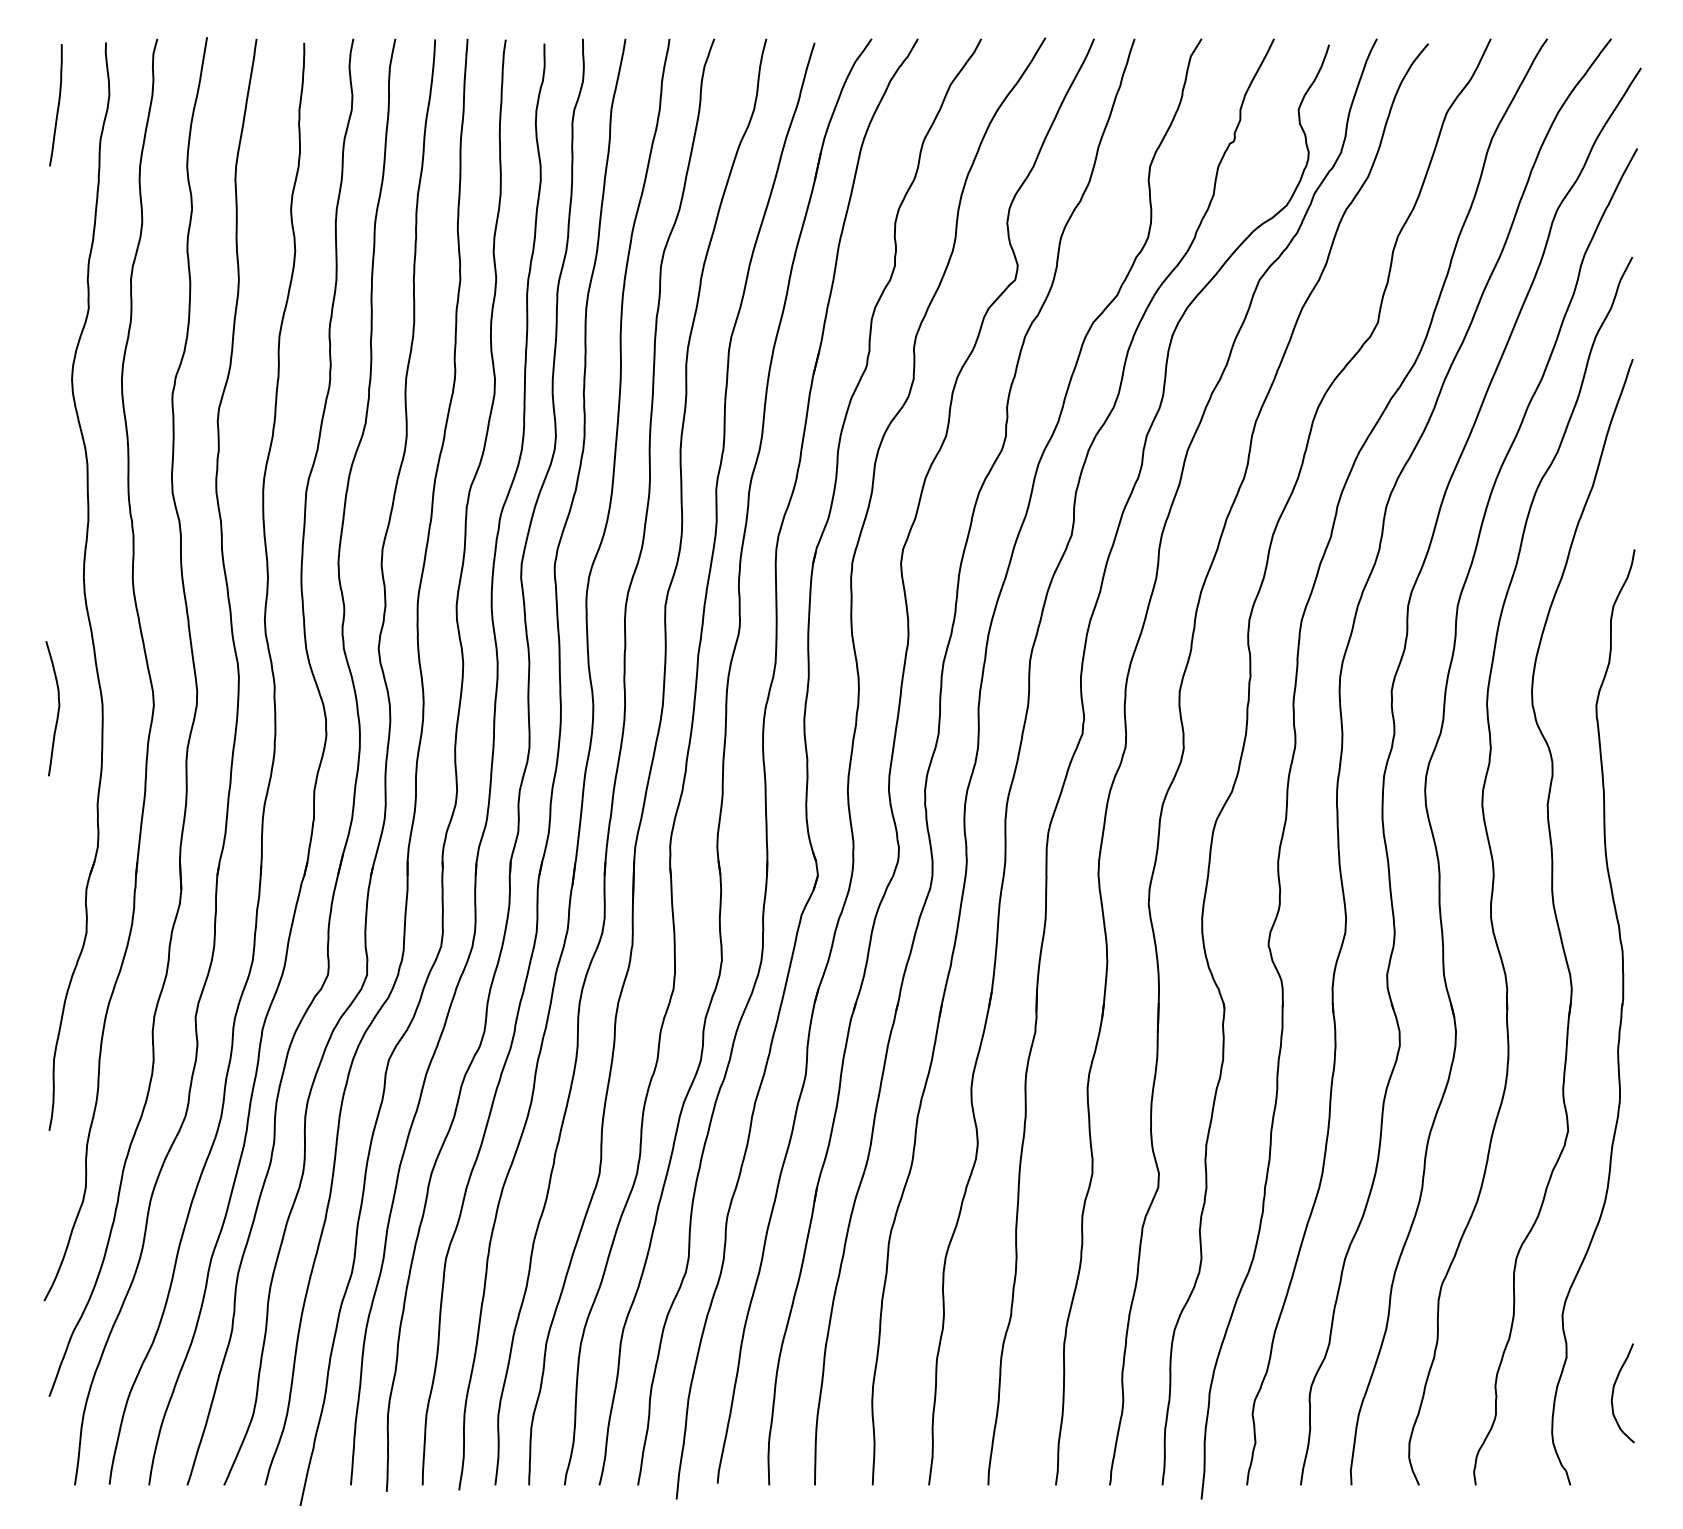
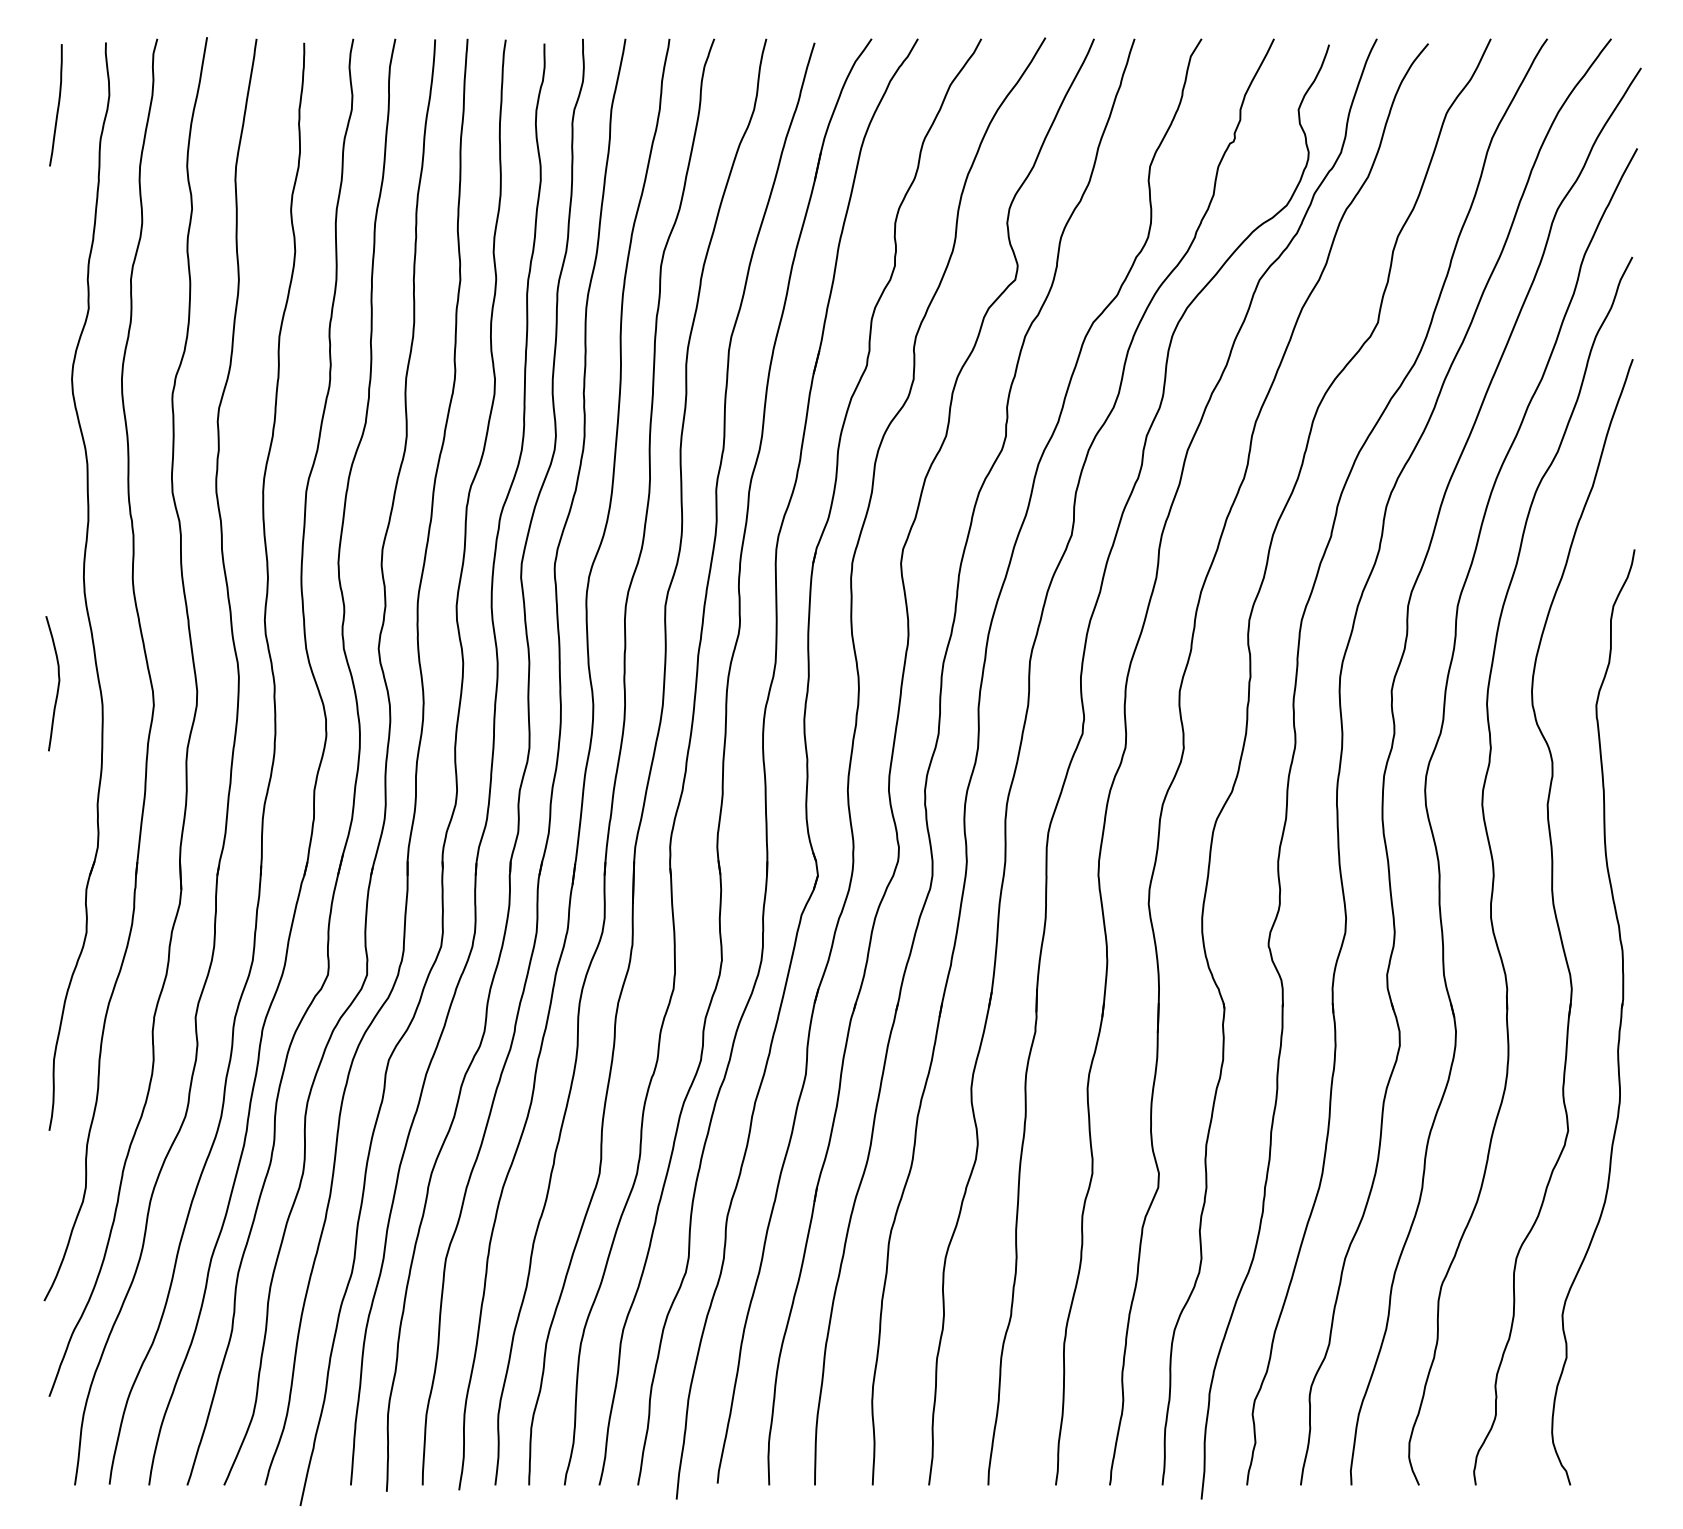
curve at (57, 710) position: (57, 710) -> (57, 685)
curve at (1614, 1390): present -> none
